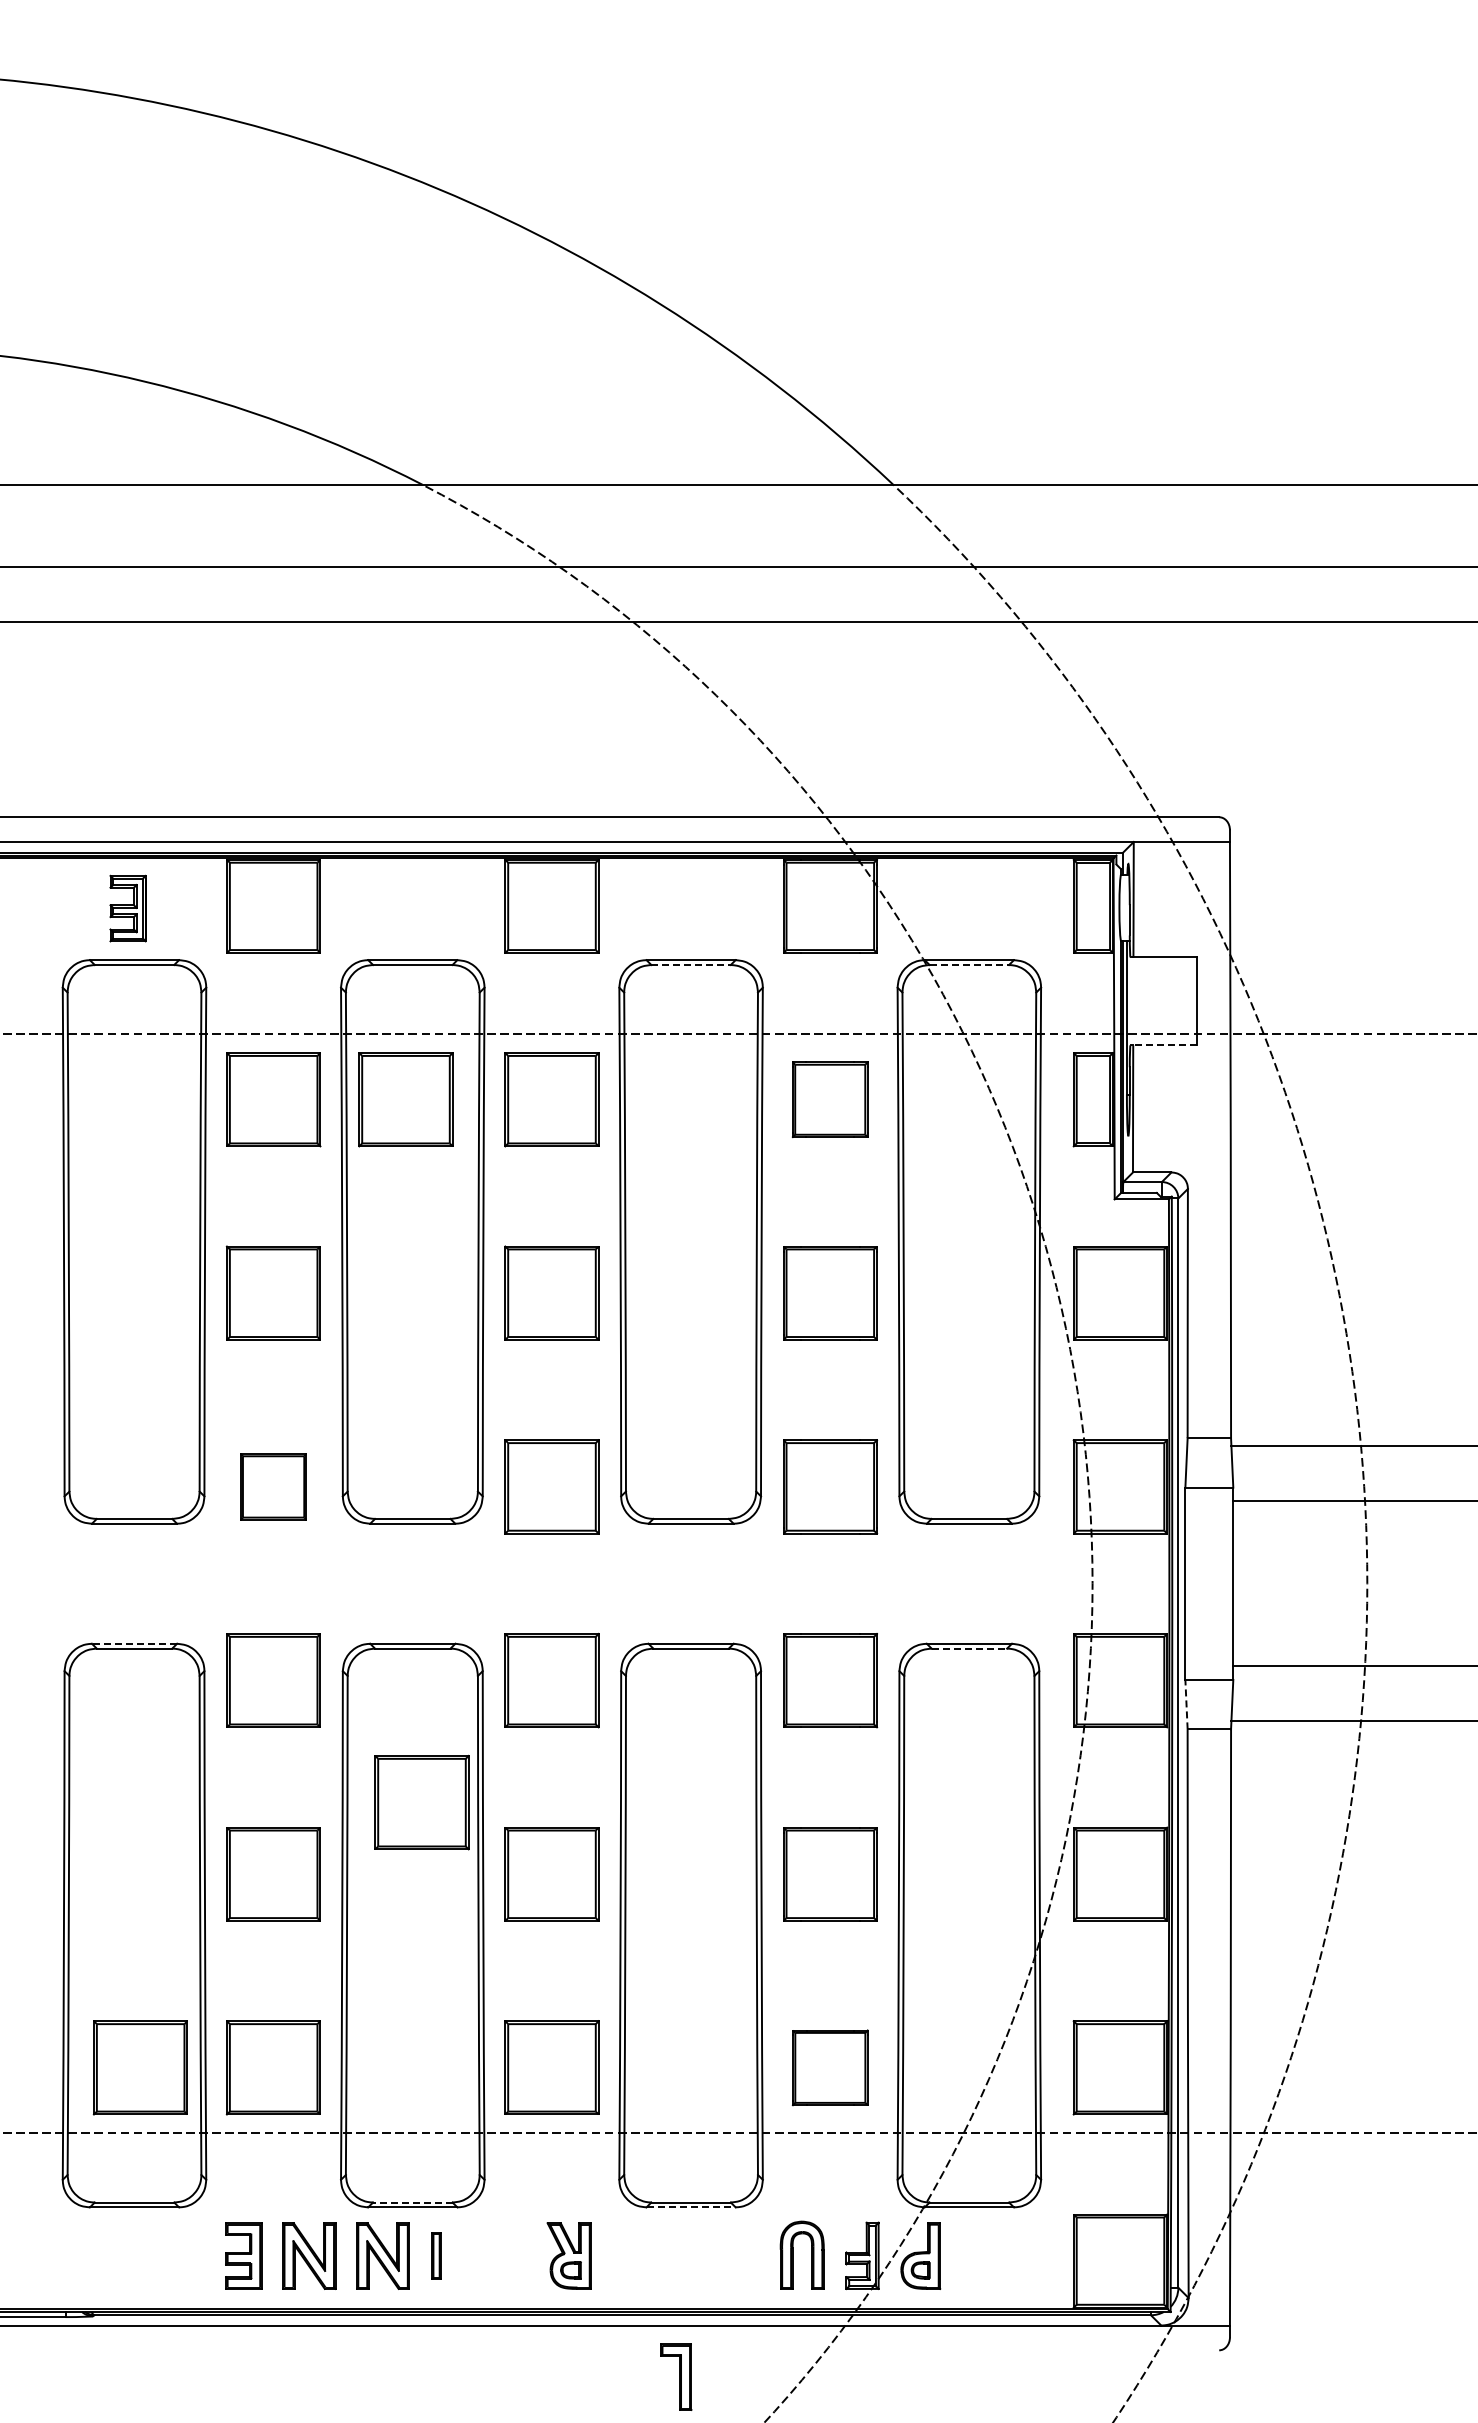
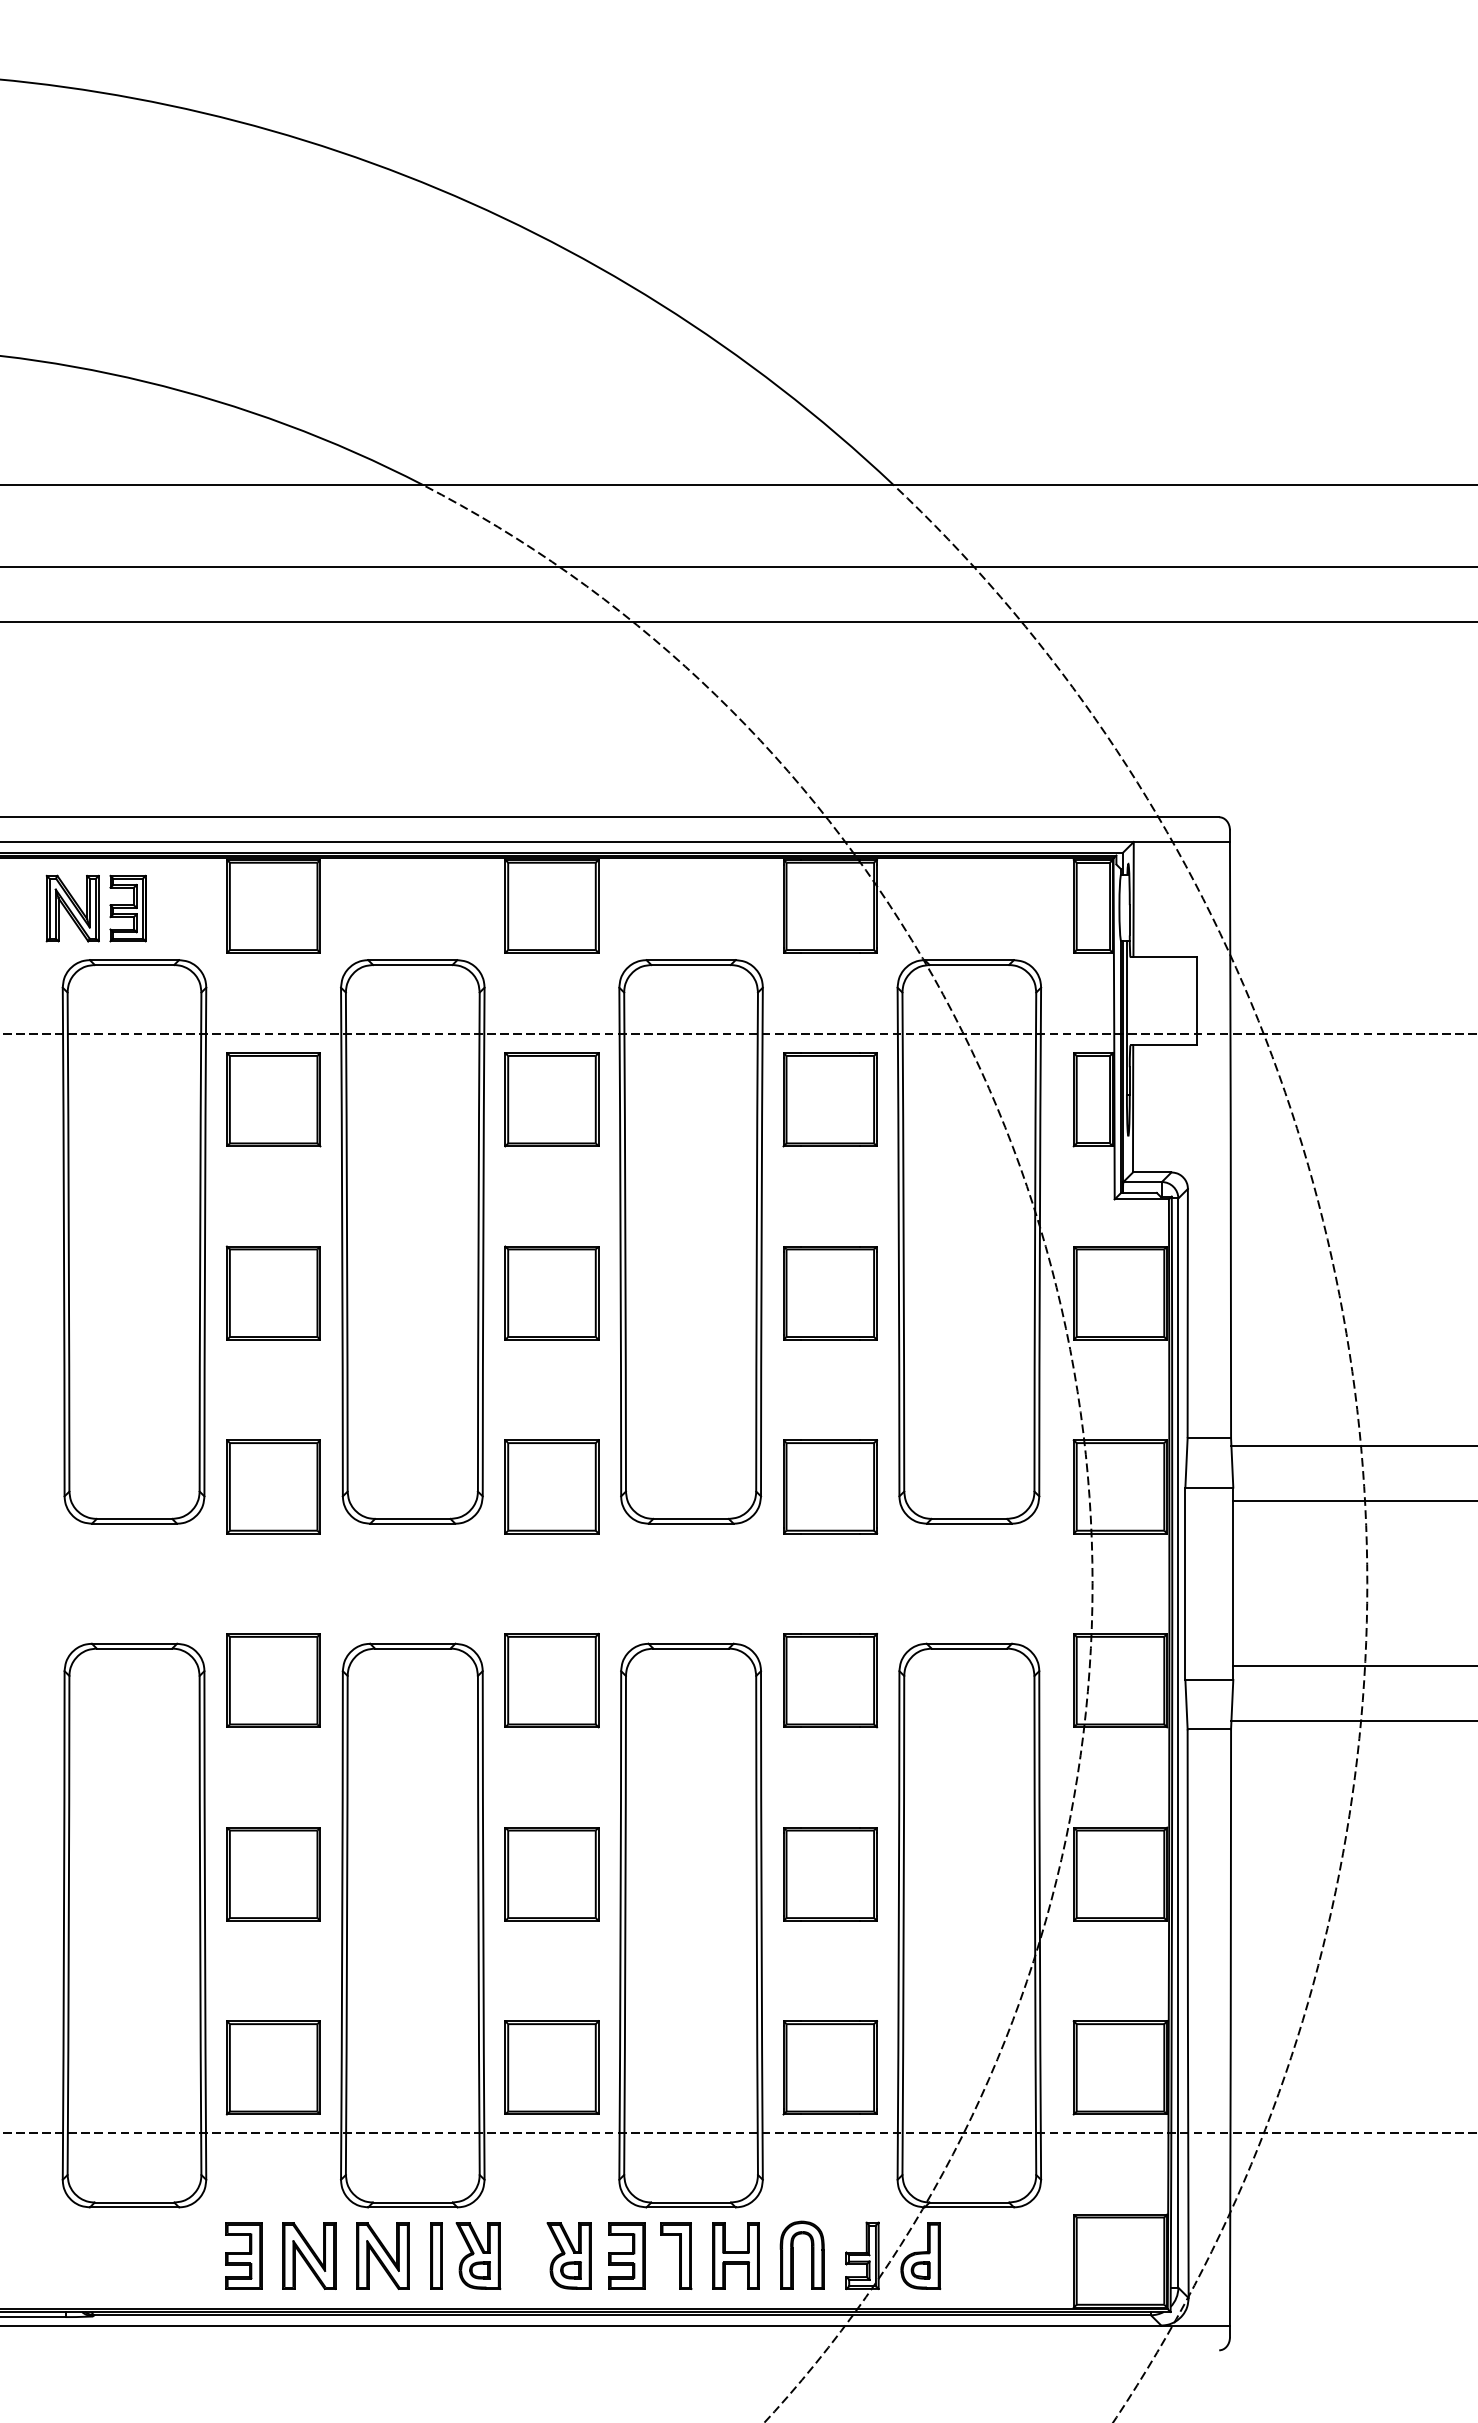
part at (72, 908): none -> present
line at (691, 965): dashed -> solid
line at (969, 965): dashed -> solid
line at (1165, 1045): dashed -> solid
part at (405, 1099): present -> none
part at (829, 1099) size: 78x78 px -> 96x96 px
part at (273, 1486) size: 67x68 px -> 95x96 px
line at (134, 1643): dashed -> solid
line at (969, 1648): dashed -> solid
line at (1186, 1704): dashed -> solid
part at (421, 1802): present -> none
part at (139, 2067): present -> none
part at (829, 2067) size: 78x78 px -> 97x96 px
line at (412, 2202): dashed -> solid
line at (691, 2207): dashed -> solid
part at (436, 2255) size: 11x48 px -> 13x68 px
part at (478, 2255): none -> present
part at (626, 2255): none -> present
part at (735, 2255): none -> present
part at (676, 2376) position: (676, 2376) -> (676, 2255)
